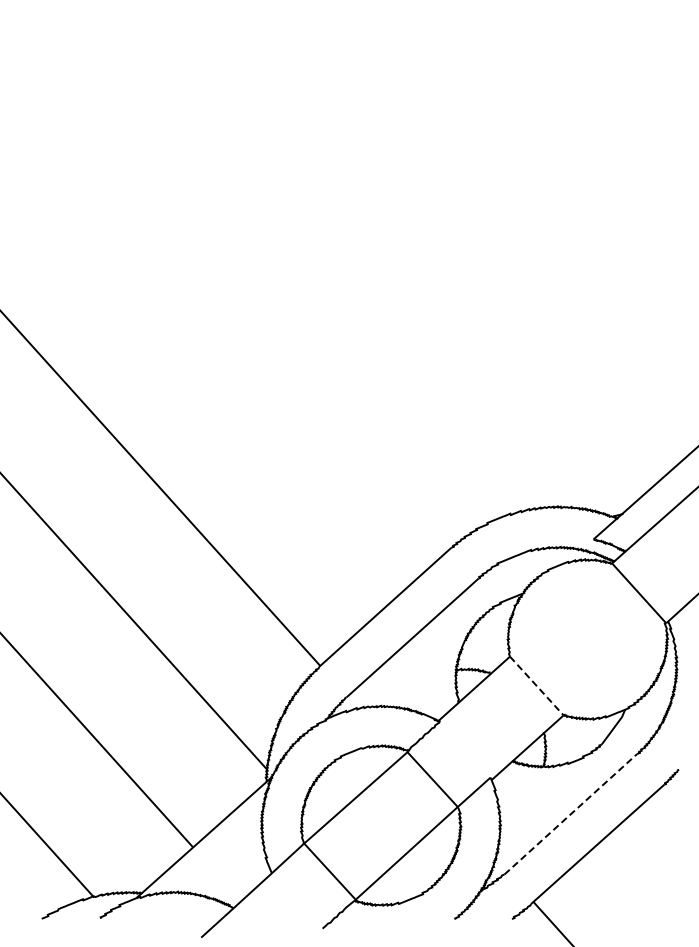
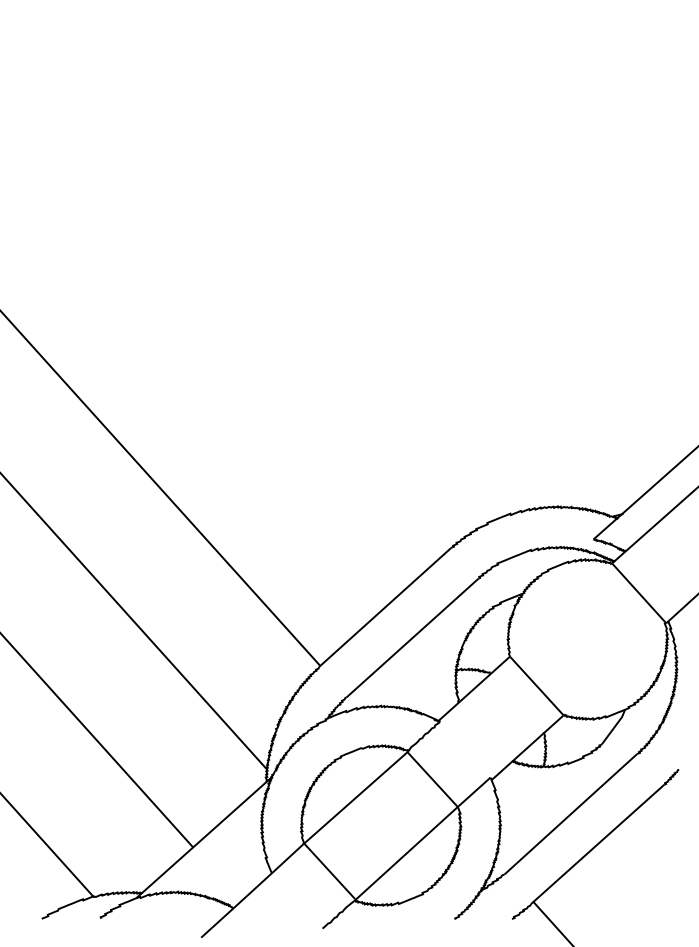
line at (536, 686): dashed -> solid
line at (570, 814): dashed -> solid
